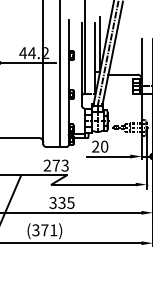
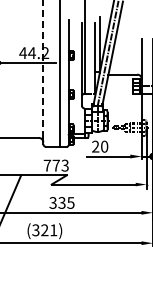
line at (43, 69): solid -> dashed
text at (47, 165): 273 -> 773
text at (44, 230): (371) -> (321)
